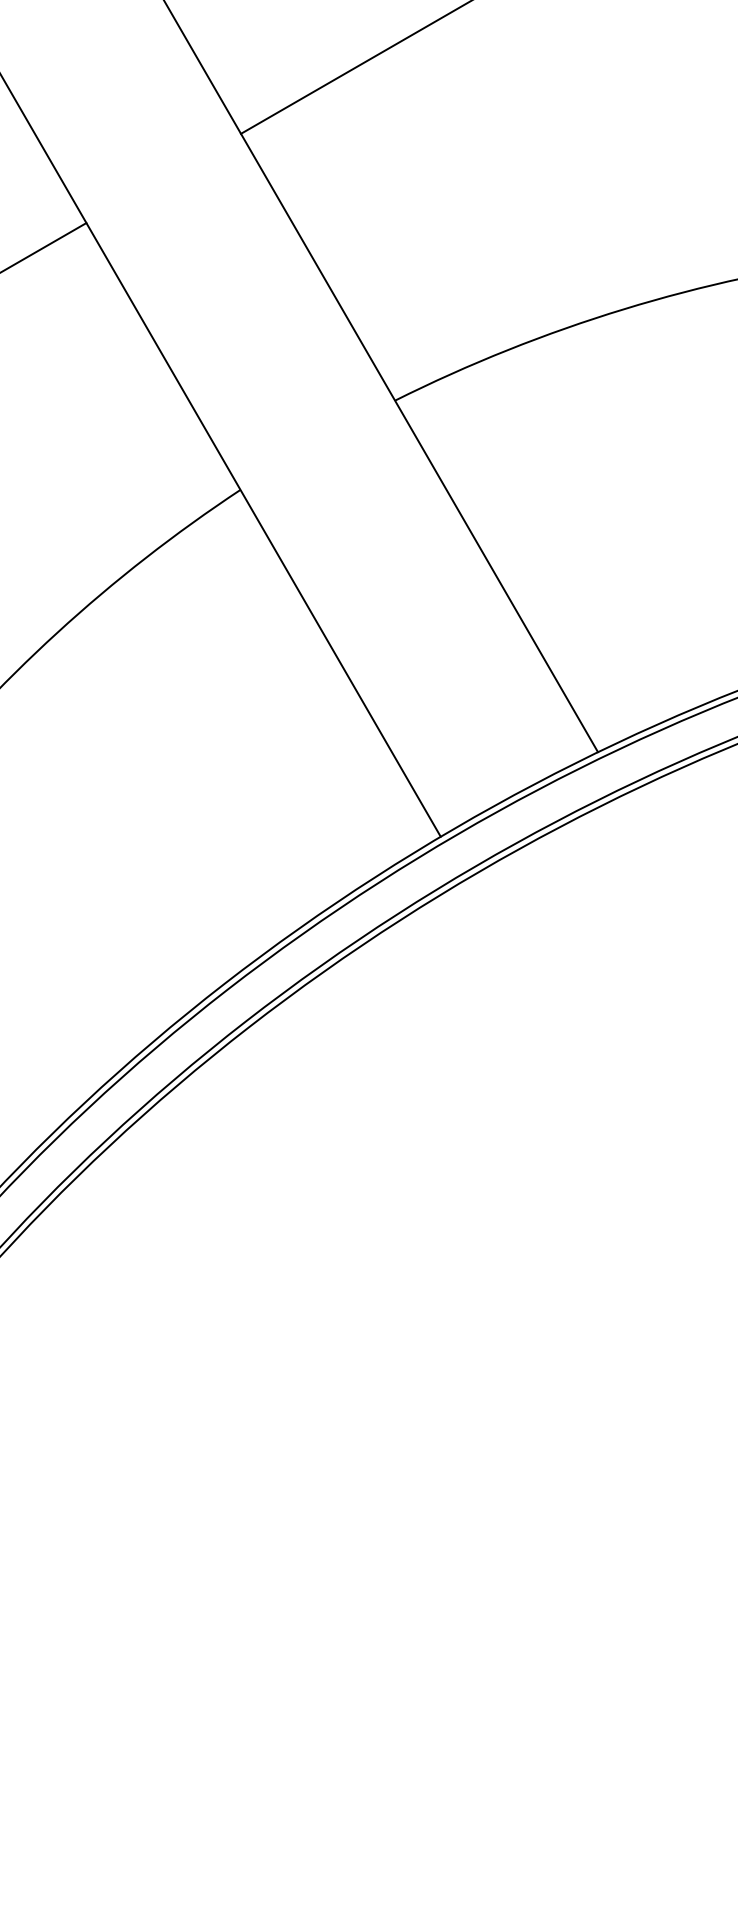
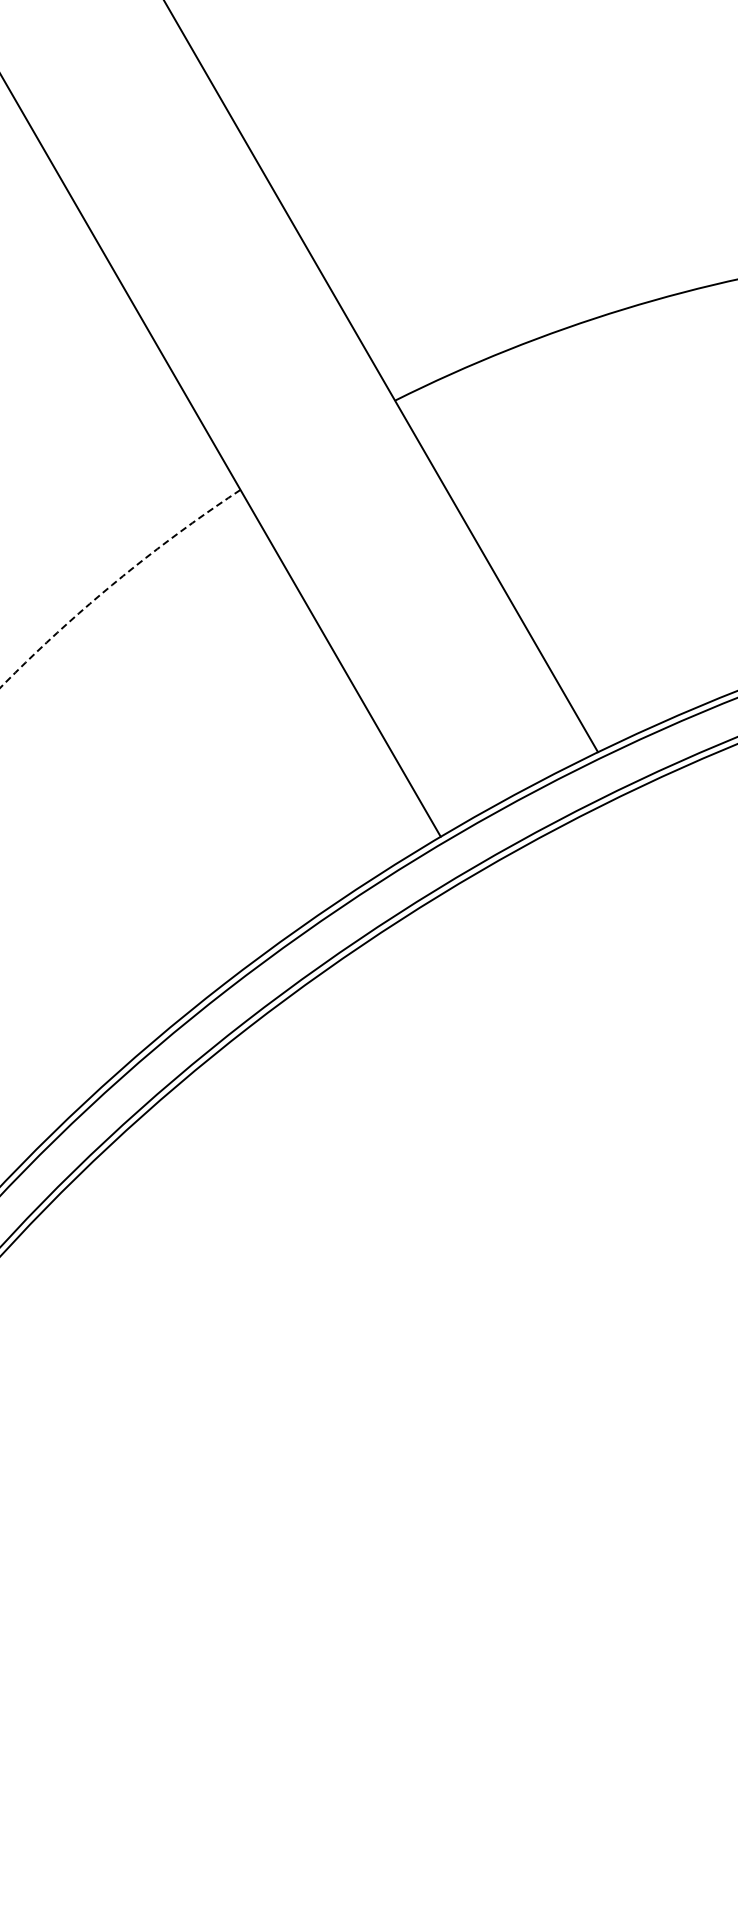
line at (354, 67): present -> none
line at (44, 247): present -> none
arc at (116, 581): solid -> dashed
